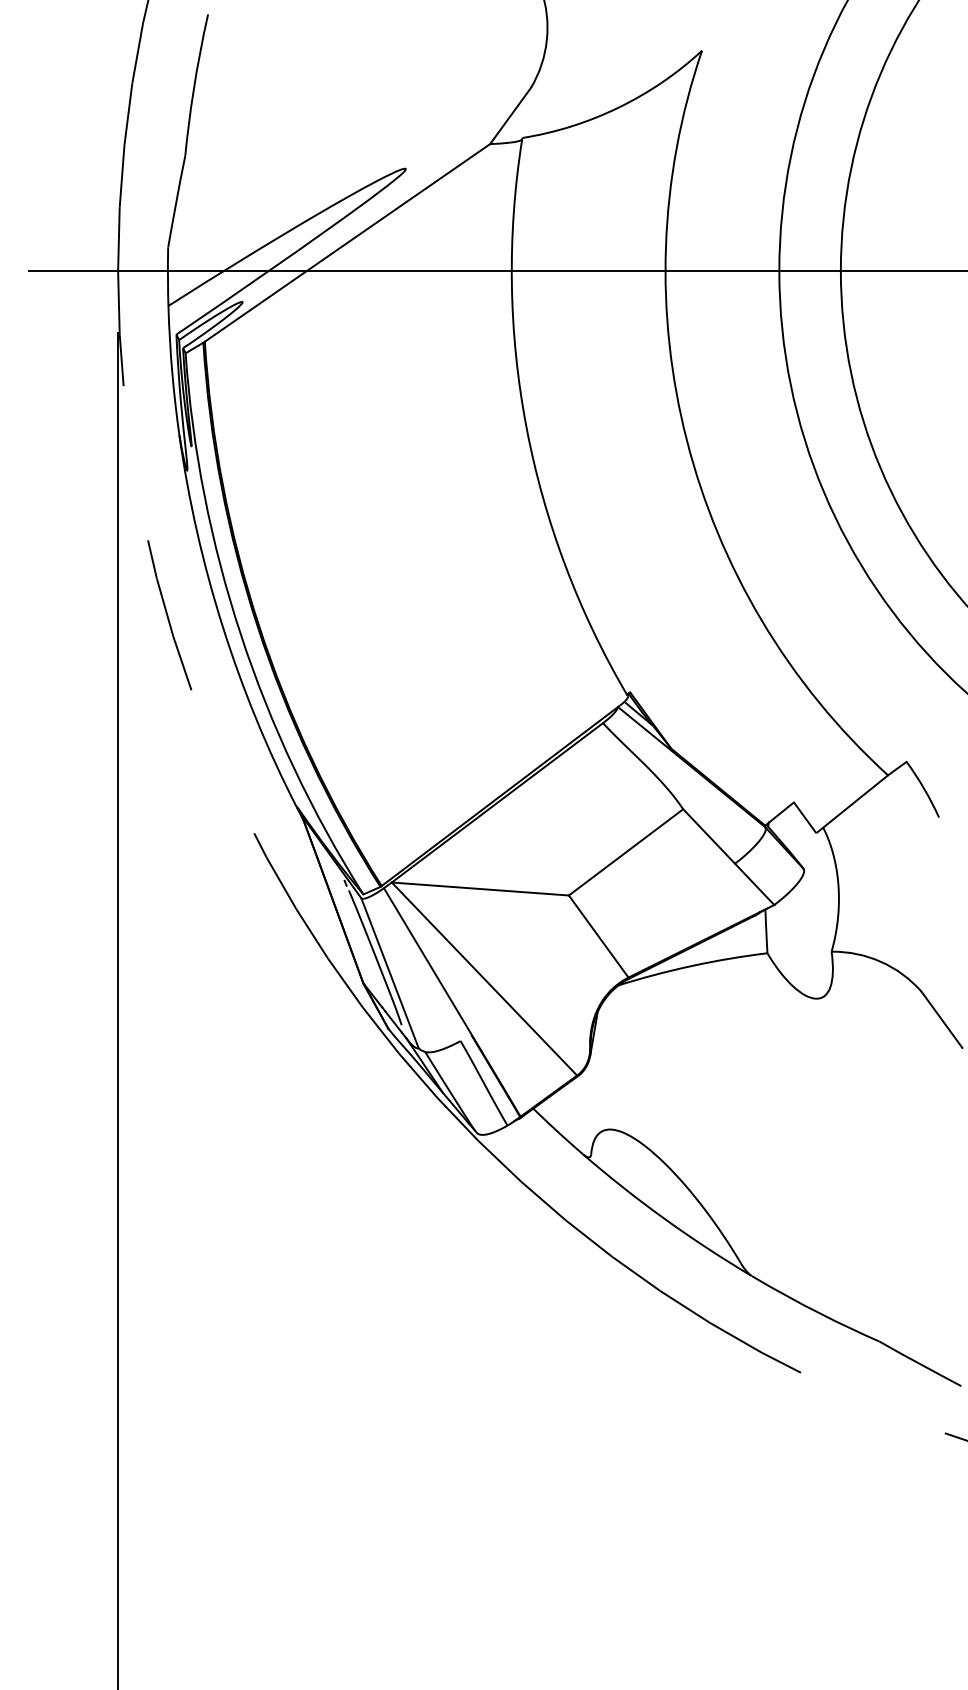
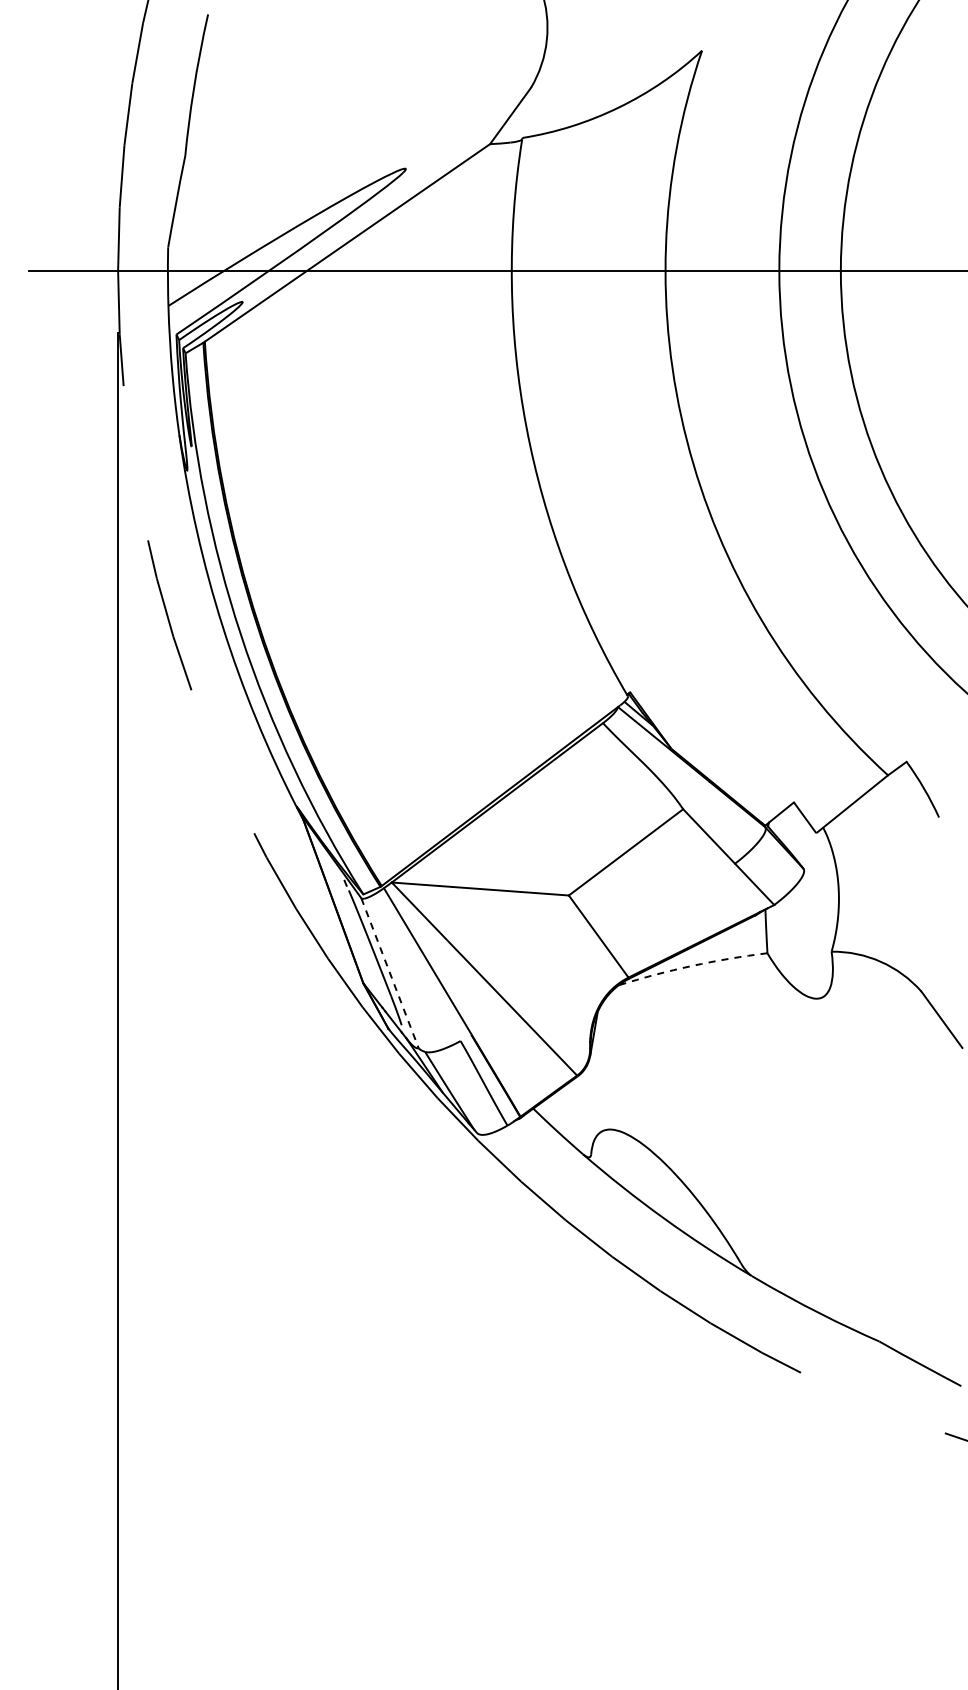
arc at (692, 965): solid -> dashed
line at (390, 973): solid -> dashed
